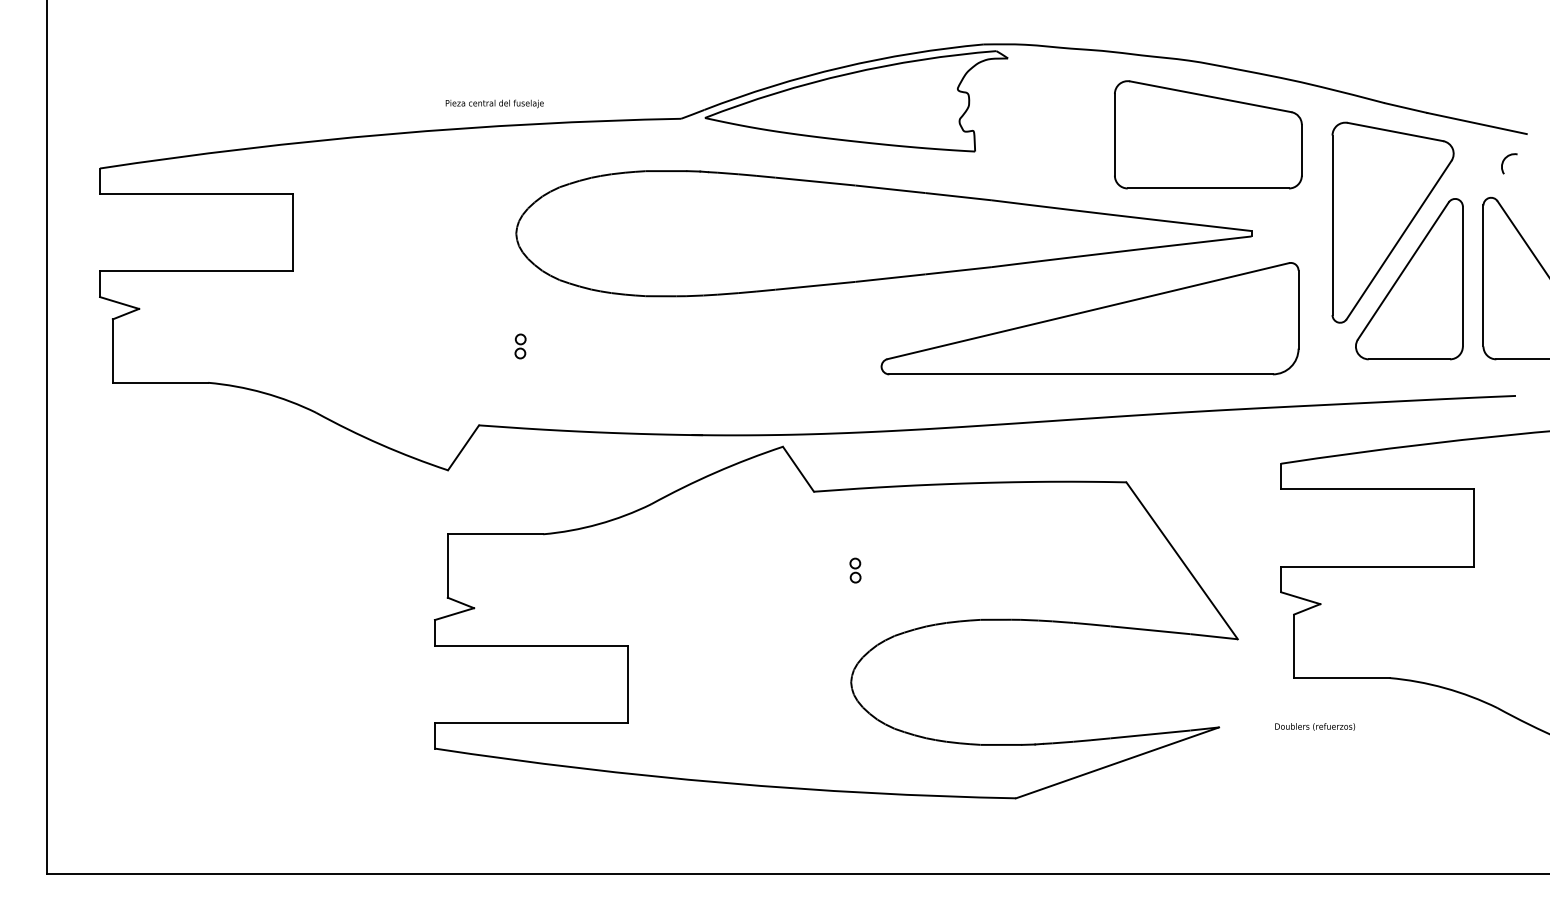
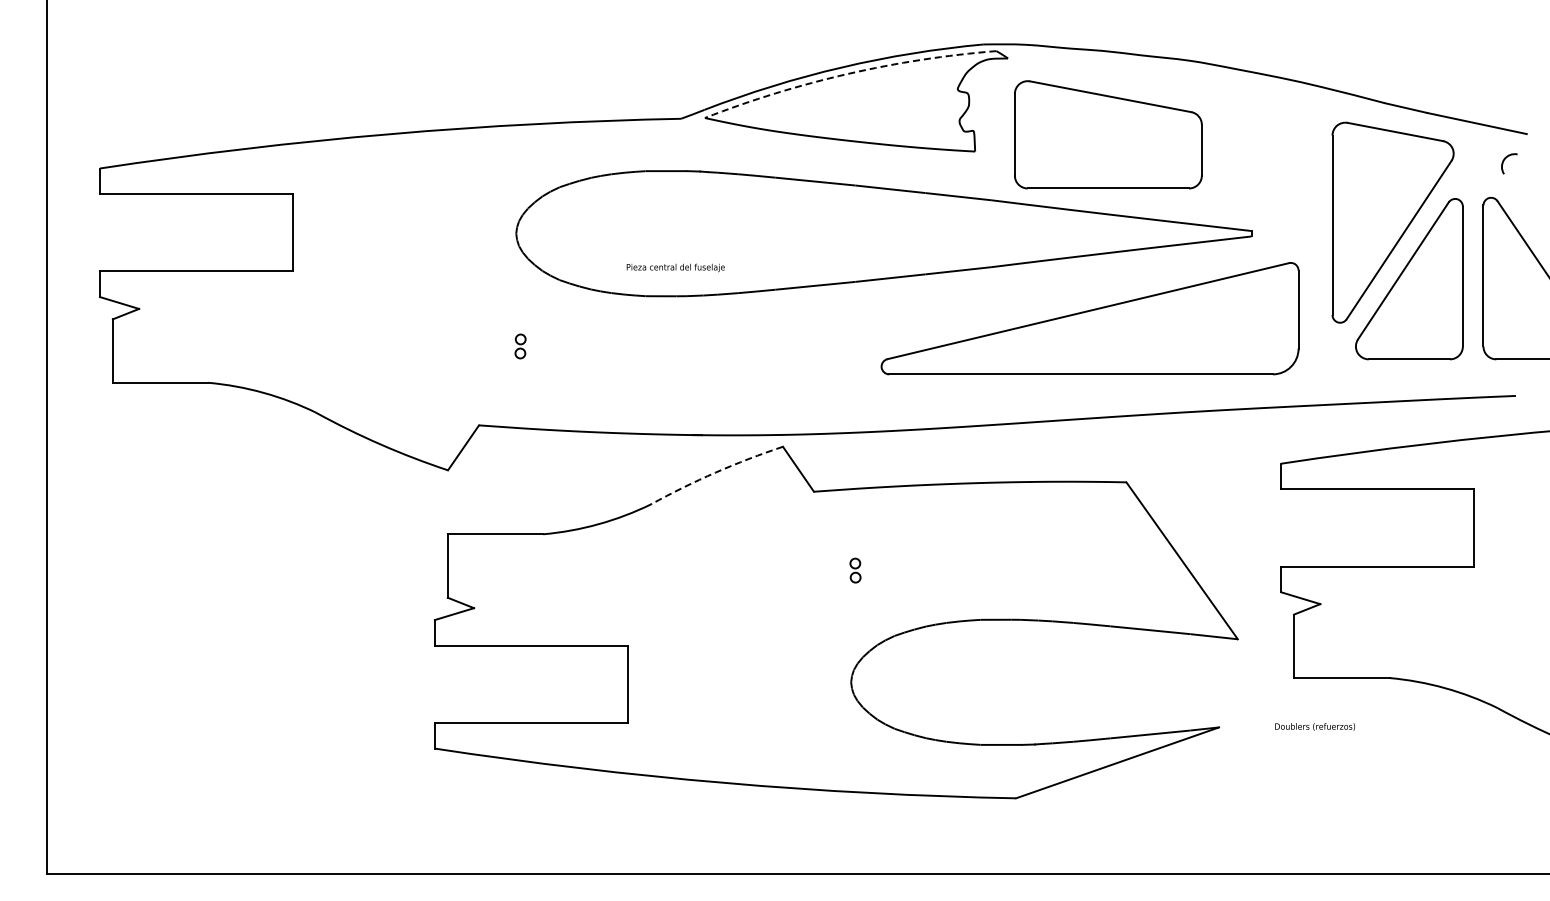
arc at (848, 73): solid -> dashed
text at (494, 103) position: (494, 103) -> (675, 267)
part at (1208, 134) position: (1208, 134) -> (1108, 134)
arc at (715, 472): solid -> dashed
